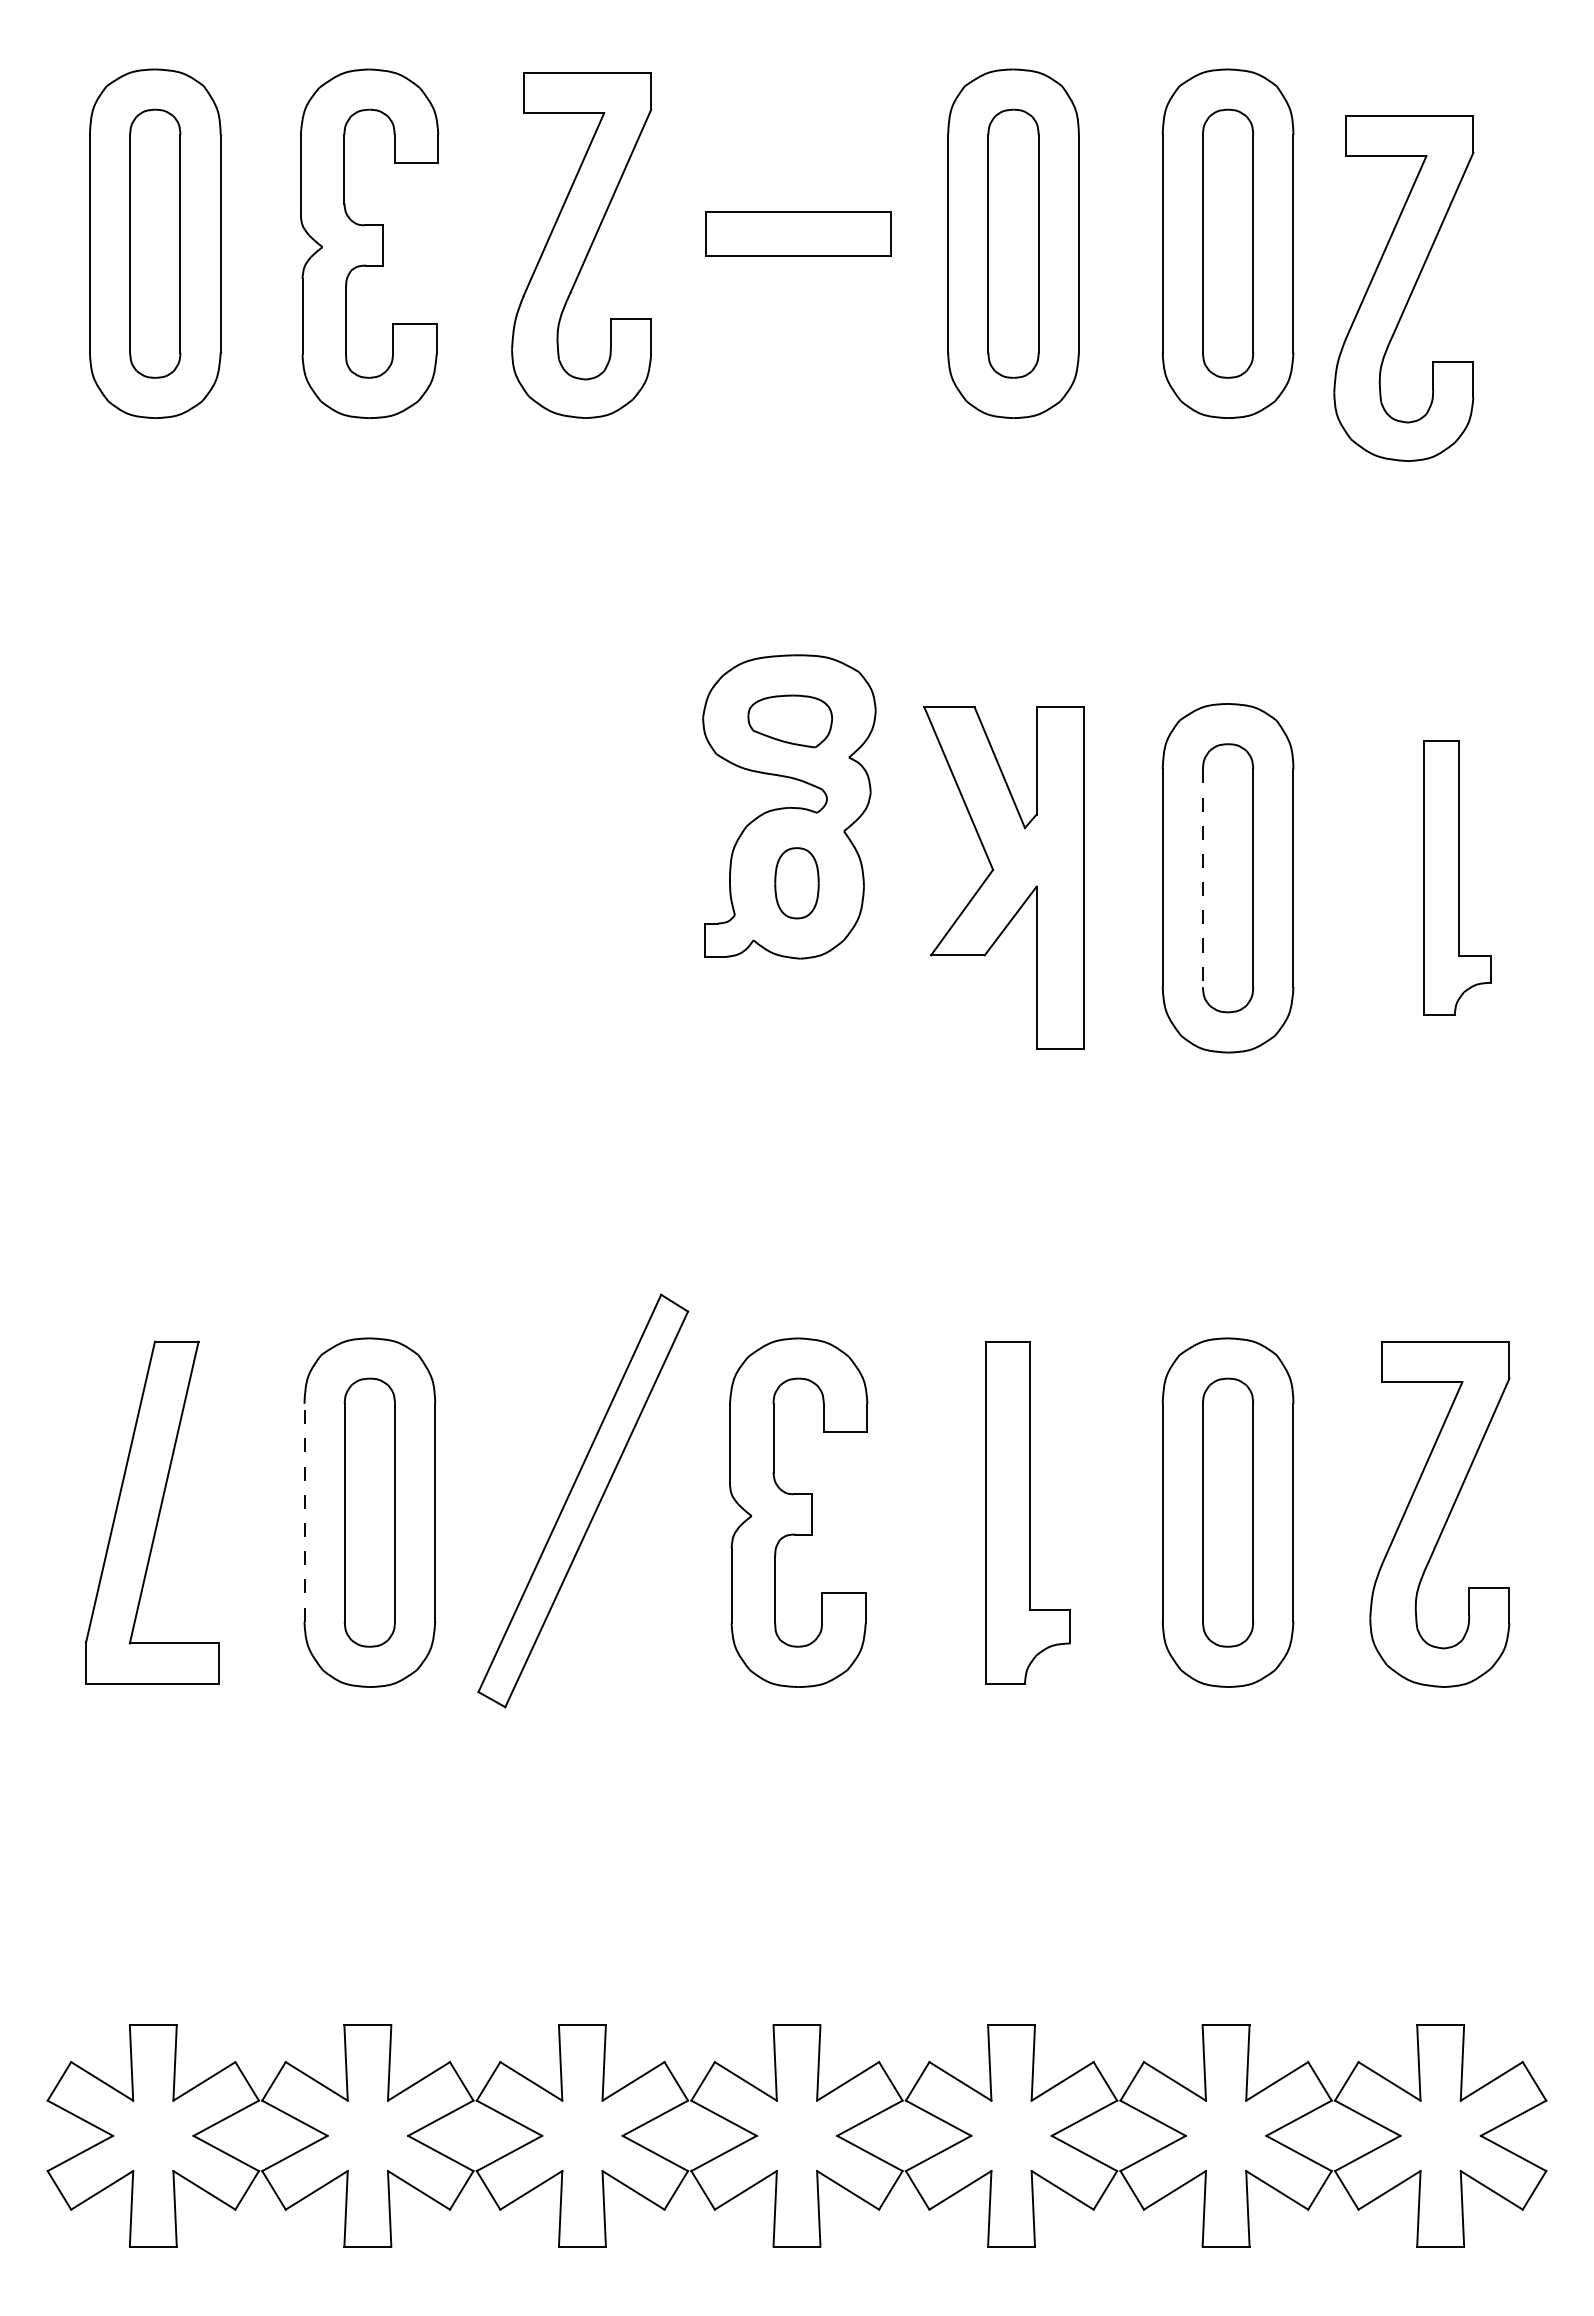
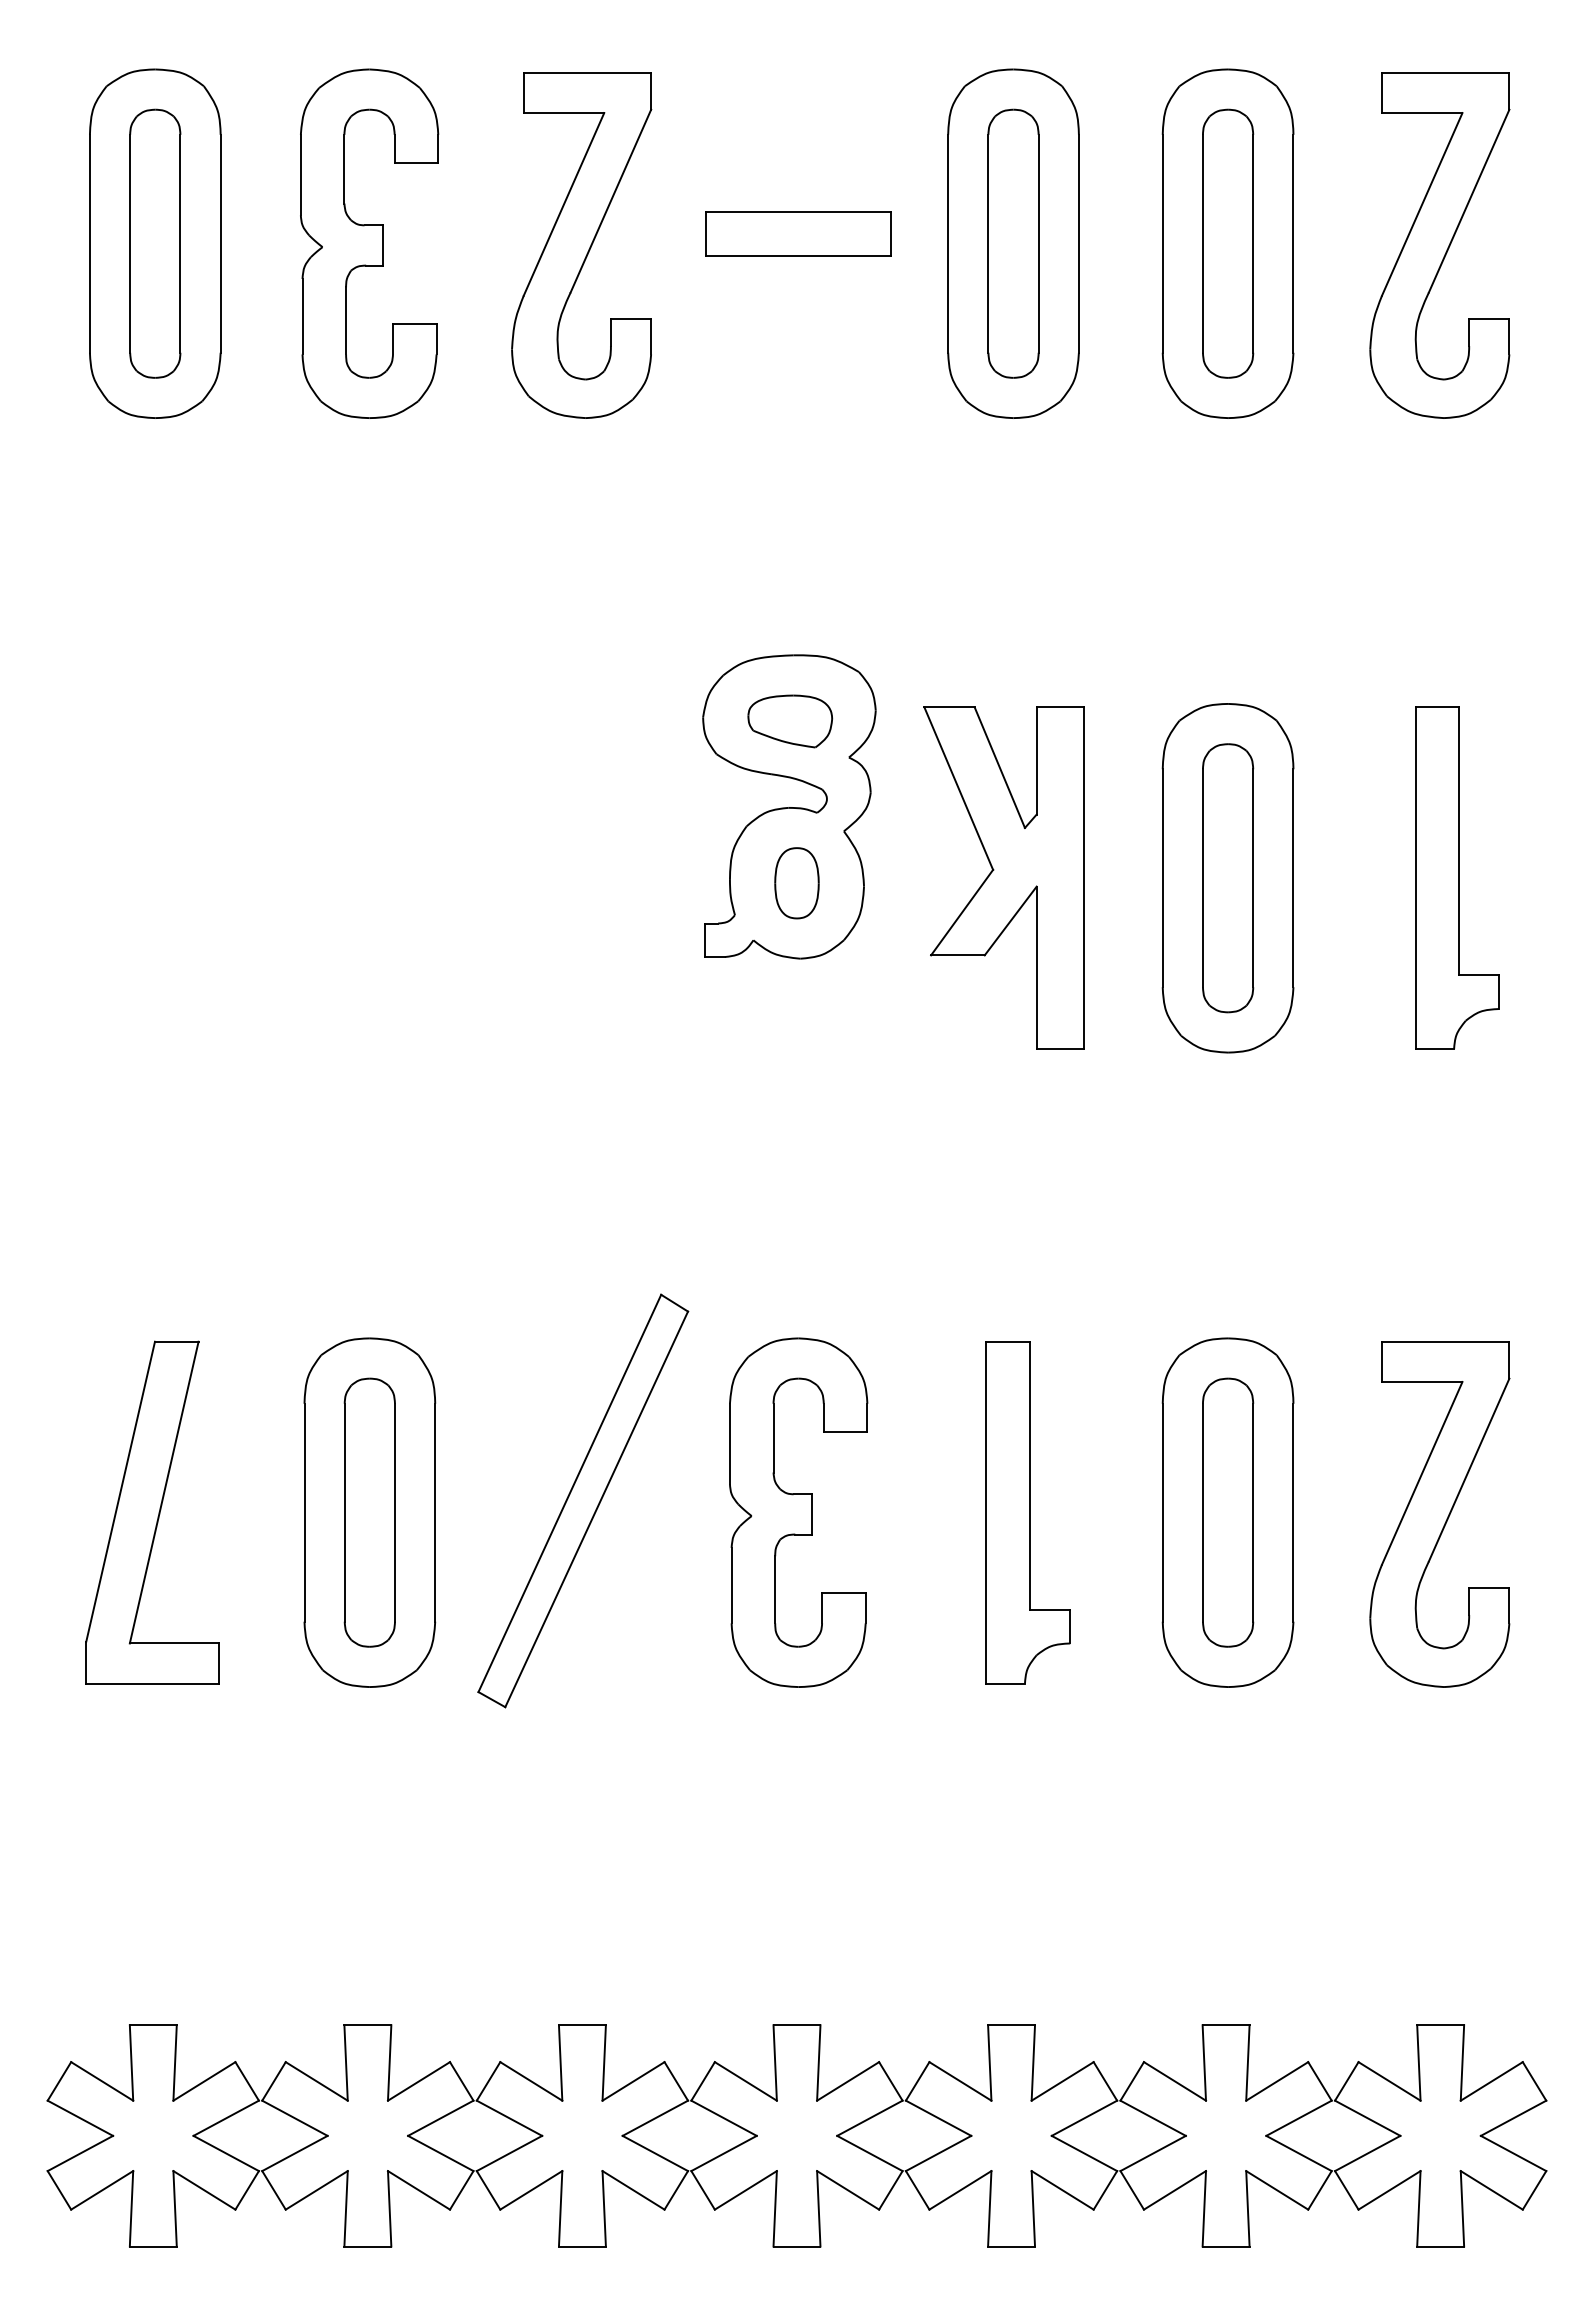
part at (1403, 288) position: (1403, 288) -> (1439, 245)
part at (1457, 877) size: 69x276 px -> 85x344 px
line at (1202, 878): dashed -> solid
line at (304, 1512): dashed -> solid
